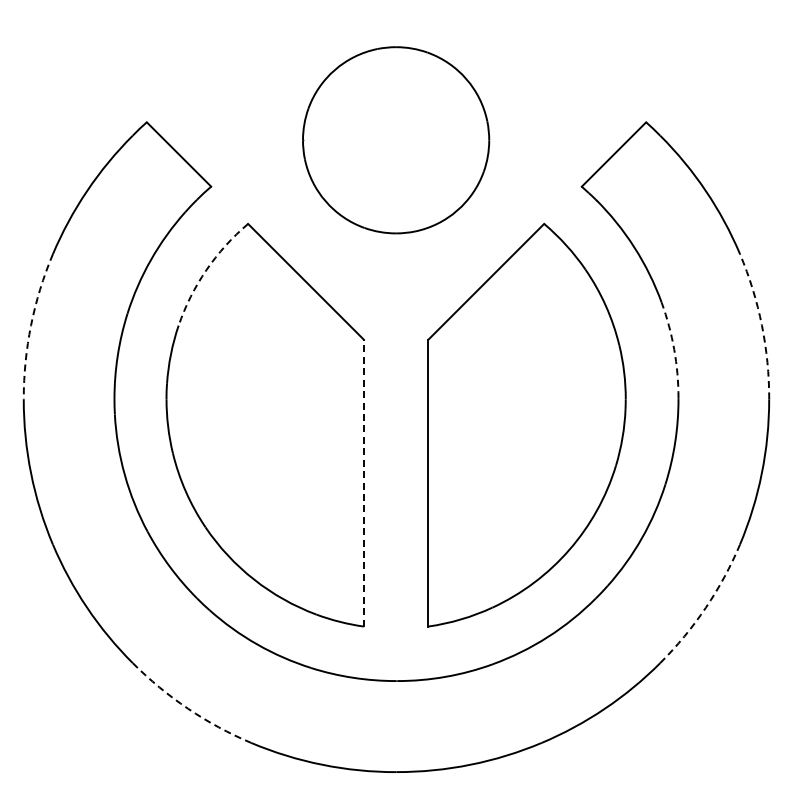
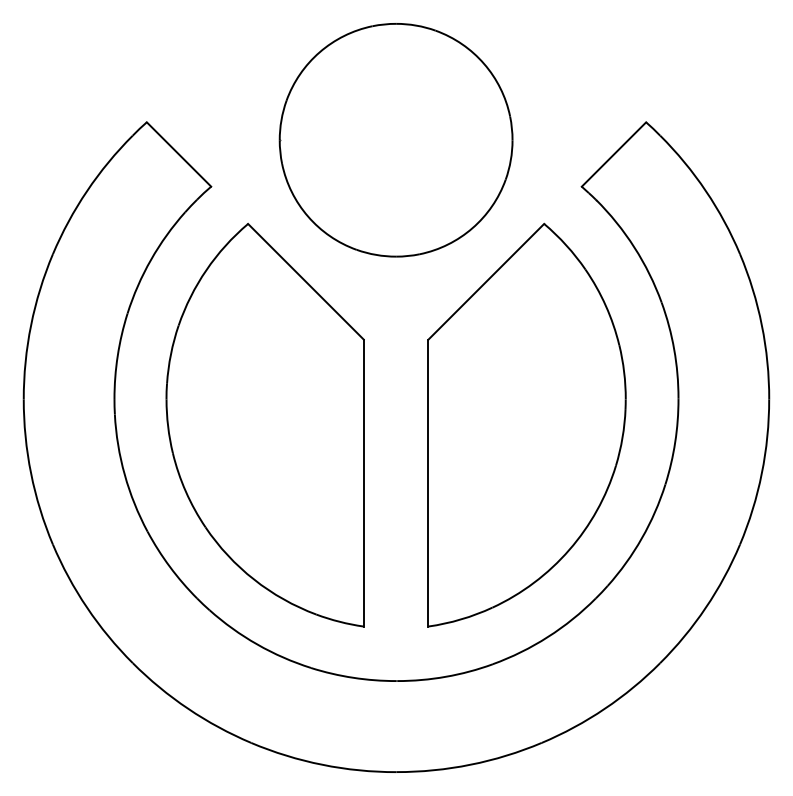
part at (396, 140) size: 189x189 px -> 236x235 px
arc at (206, 270): dashed -> solid
arc at (31, 325): dashed -> solid
arc at (761, 325): dashed -> solid
arc at (674, 349): dashed -> solid
line at (363, 482): dashed -> solid
arc at (705, 607): dashed -> solid
arc at (188, 708): dashed -> solid
